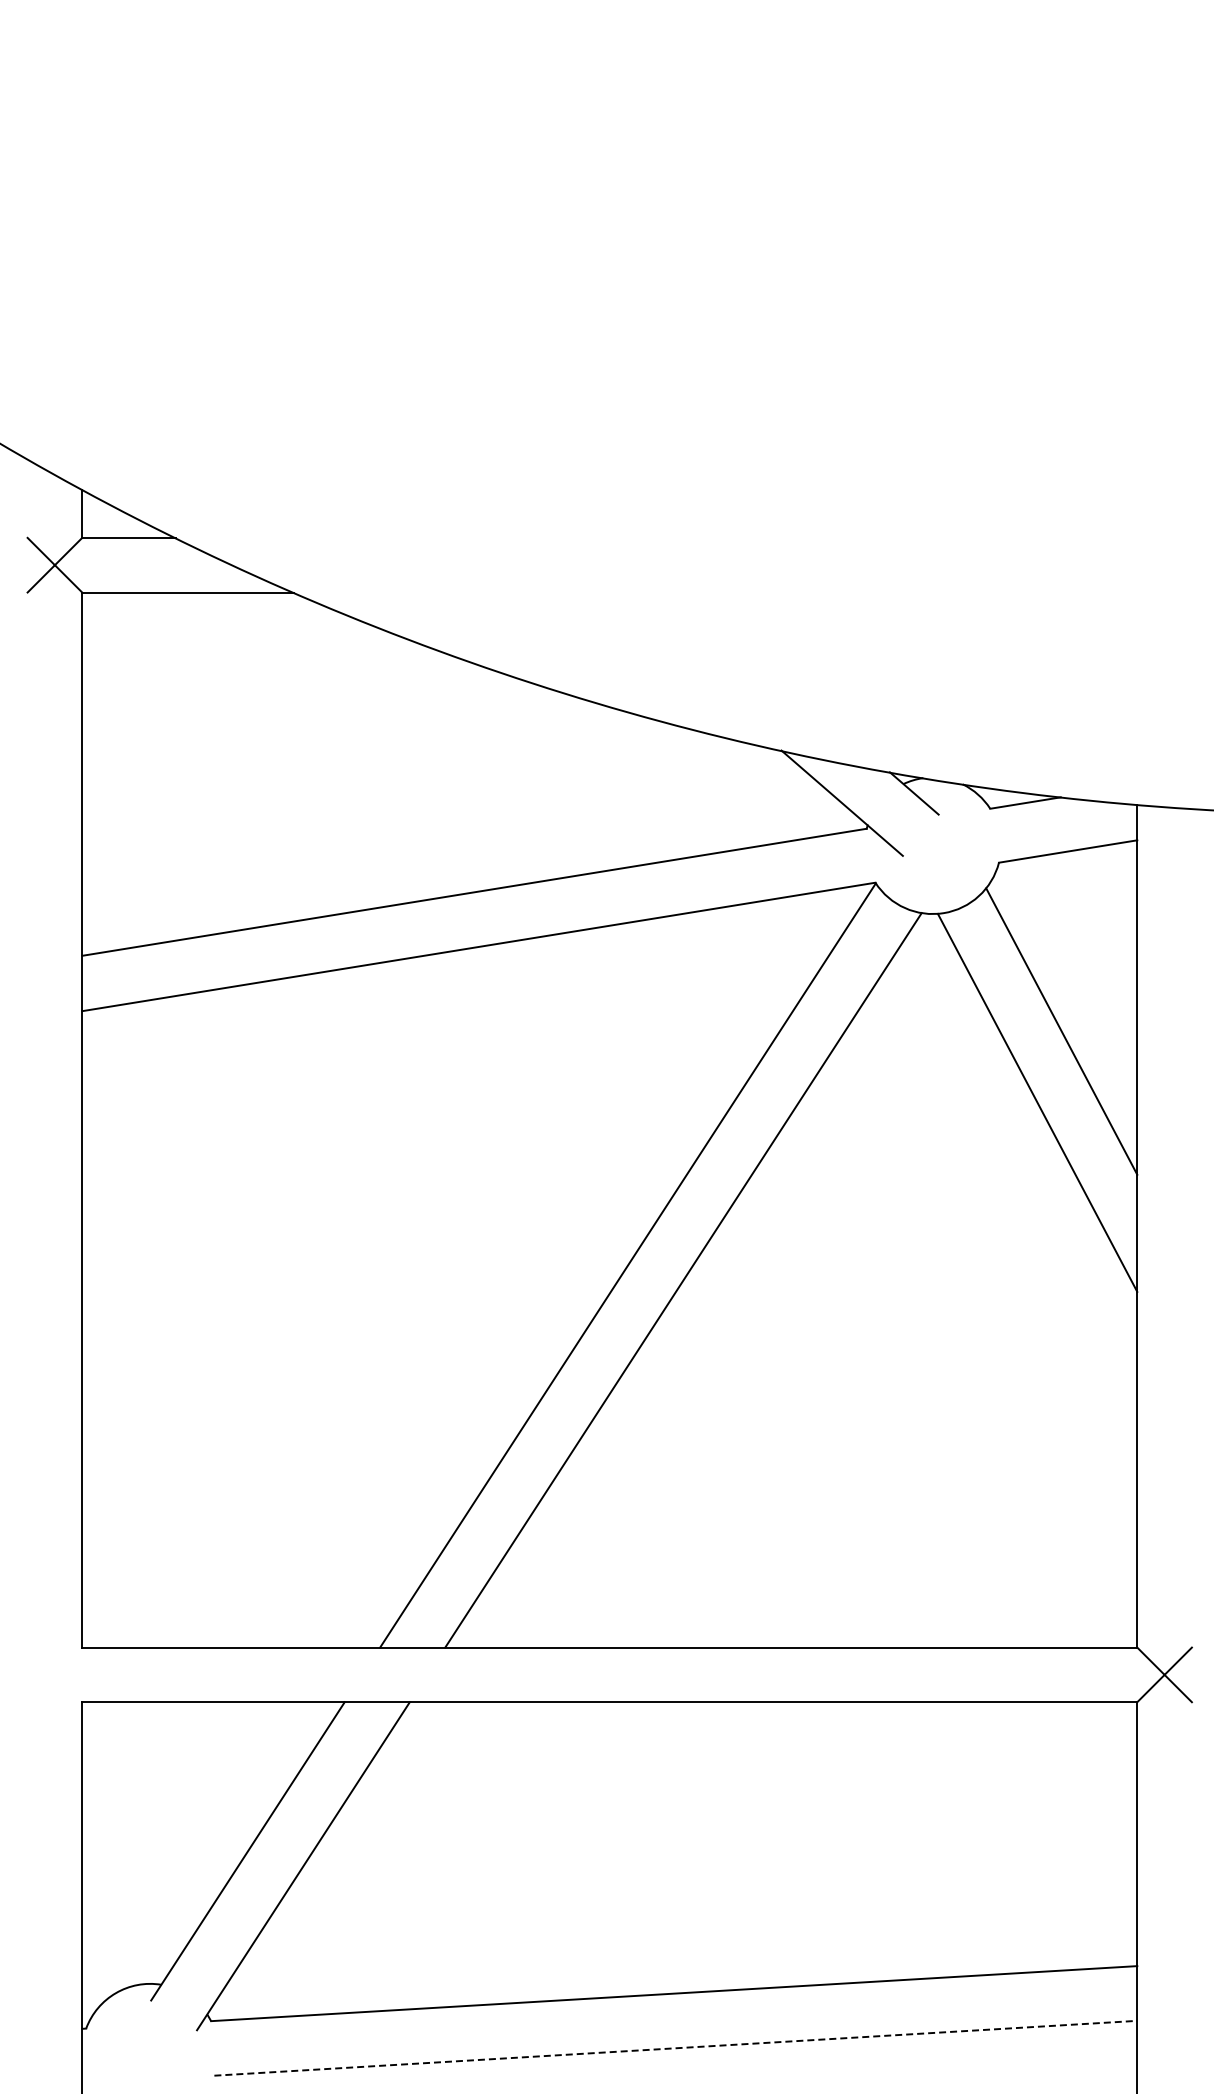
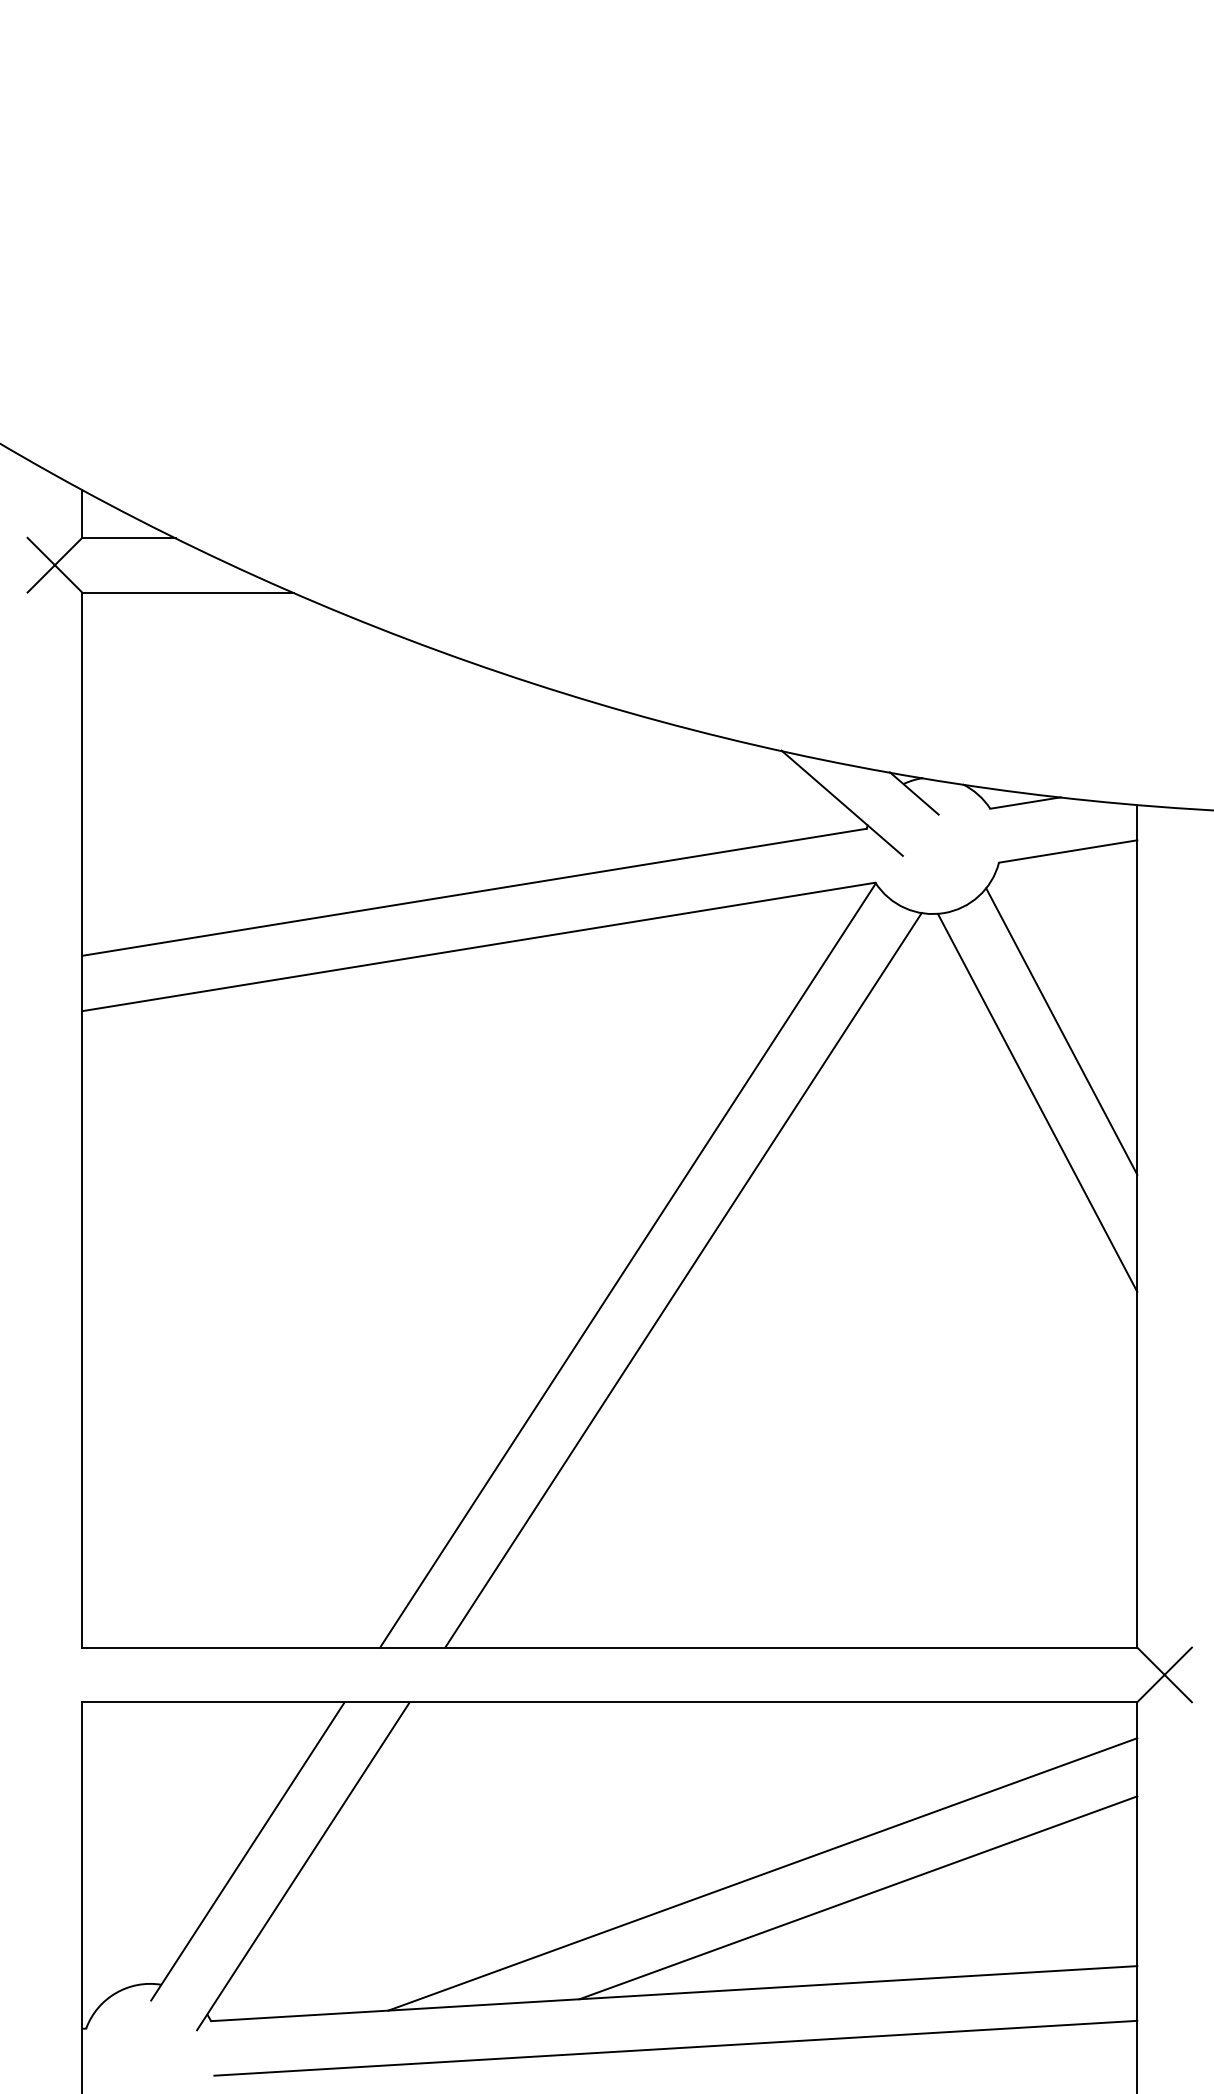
line at (762, 1874): none -> present
line at (858, 1897): none -> present
line at (676, 2048): dashed -> solid
